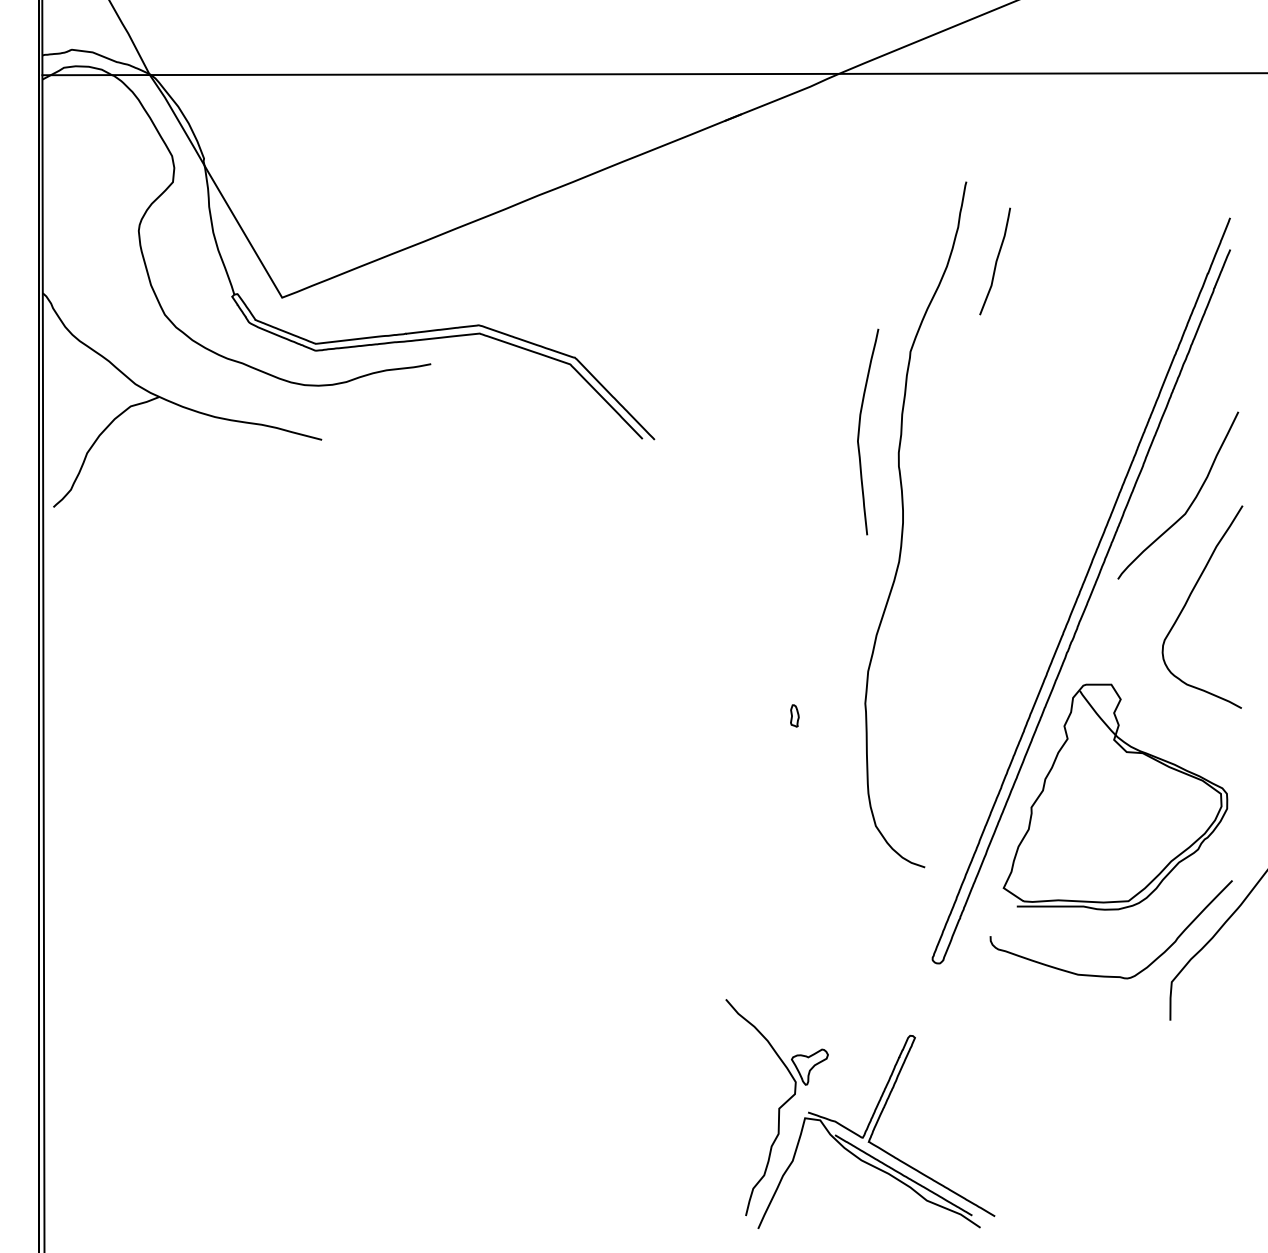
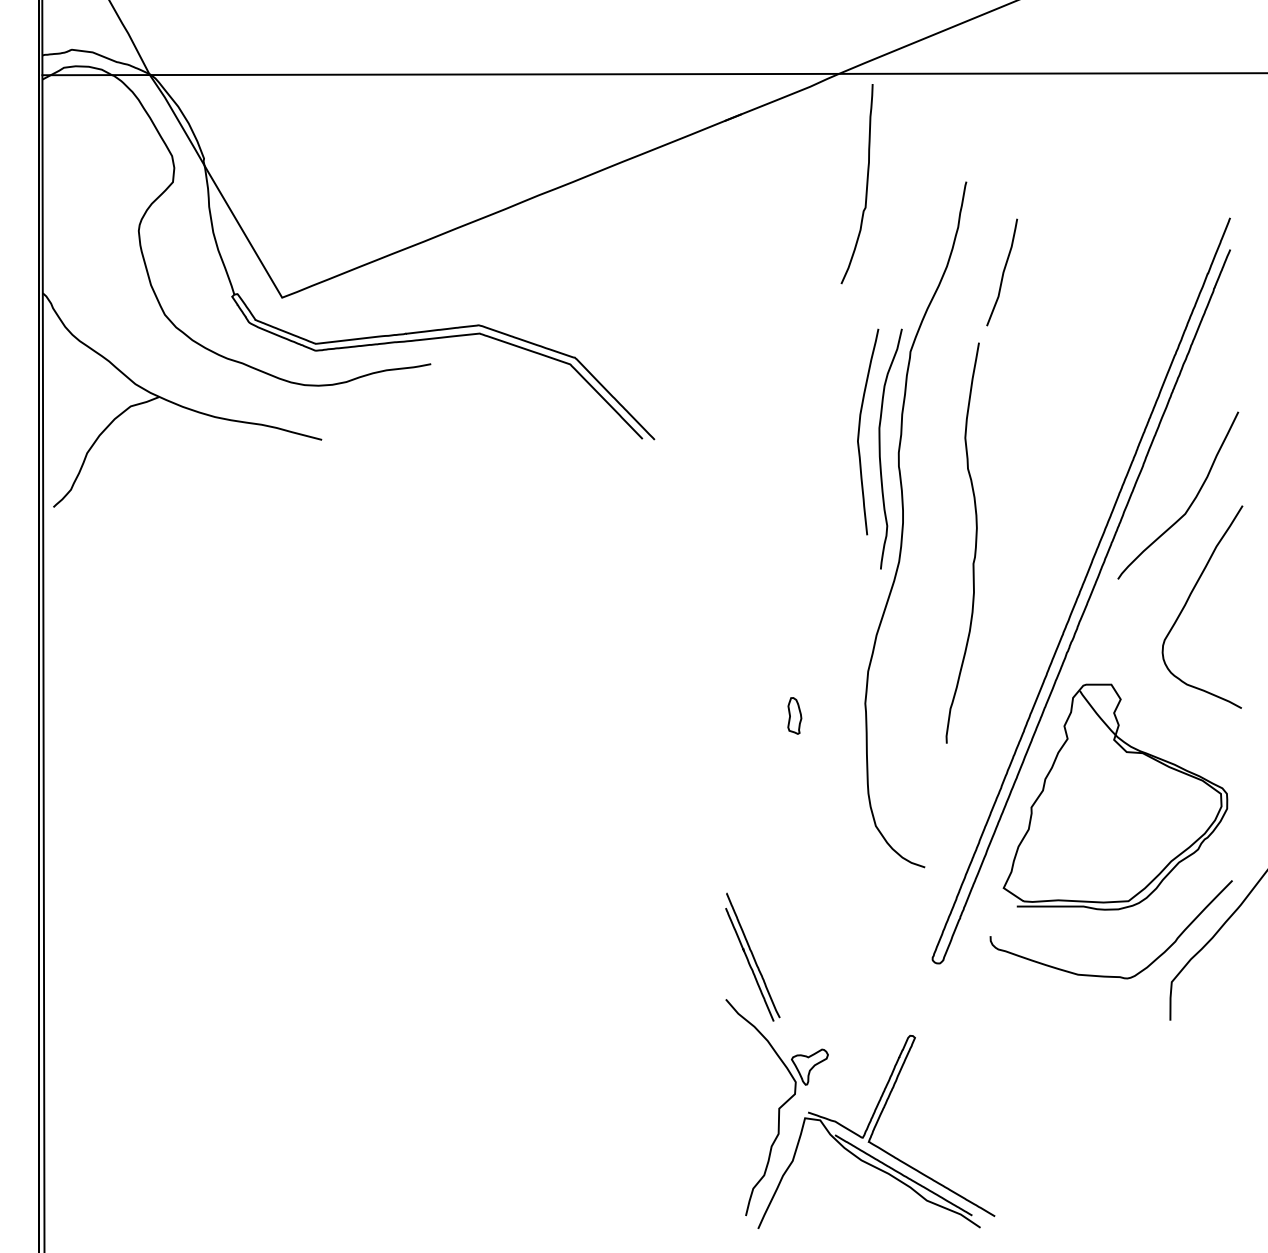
curve at (866, 184): none -> present
curve at (995, 261) position: (995, 261) -> (1002, 272)
curve at (880, 448): none -> present
curve at (975, 542): none -> present
part at (794, 715) size: 10x24 px -> 16x38 px
part at (752, 956): none -> present
